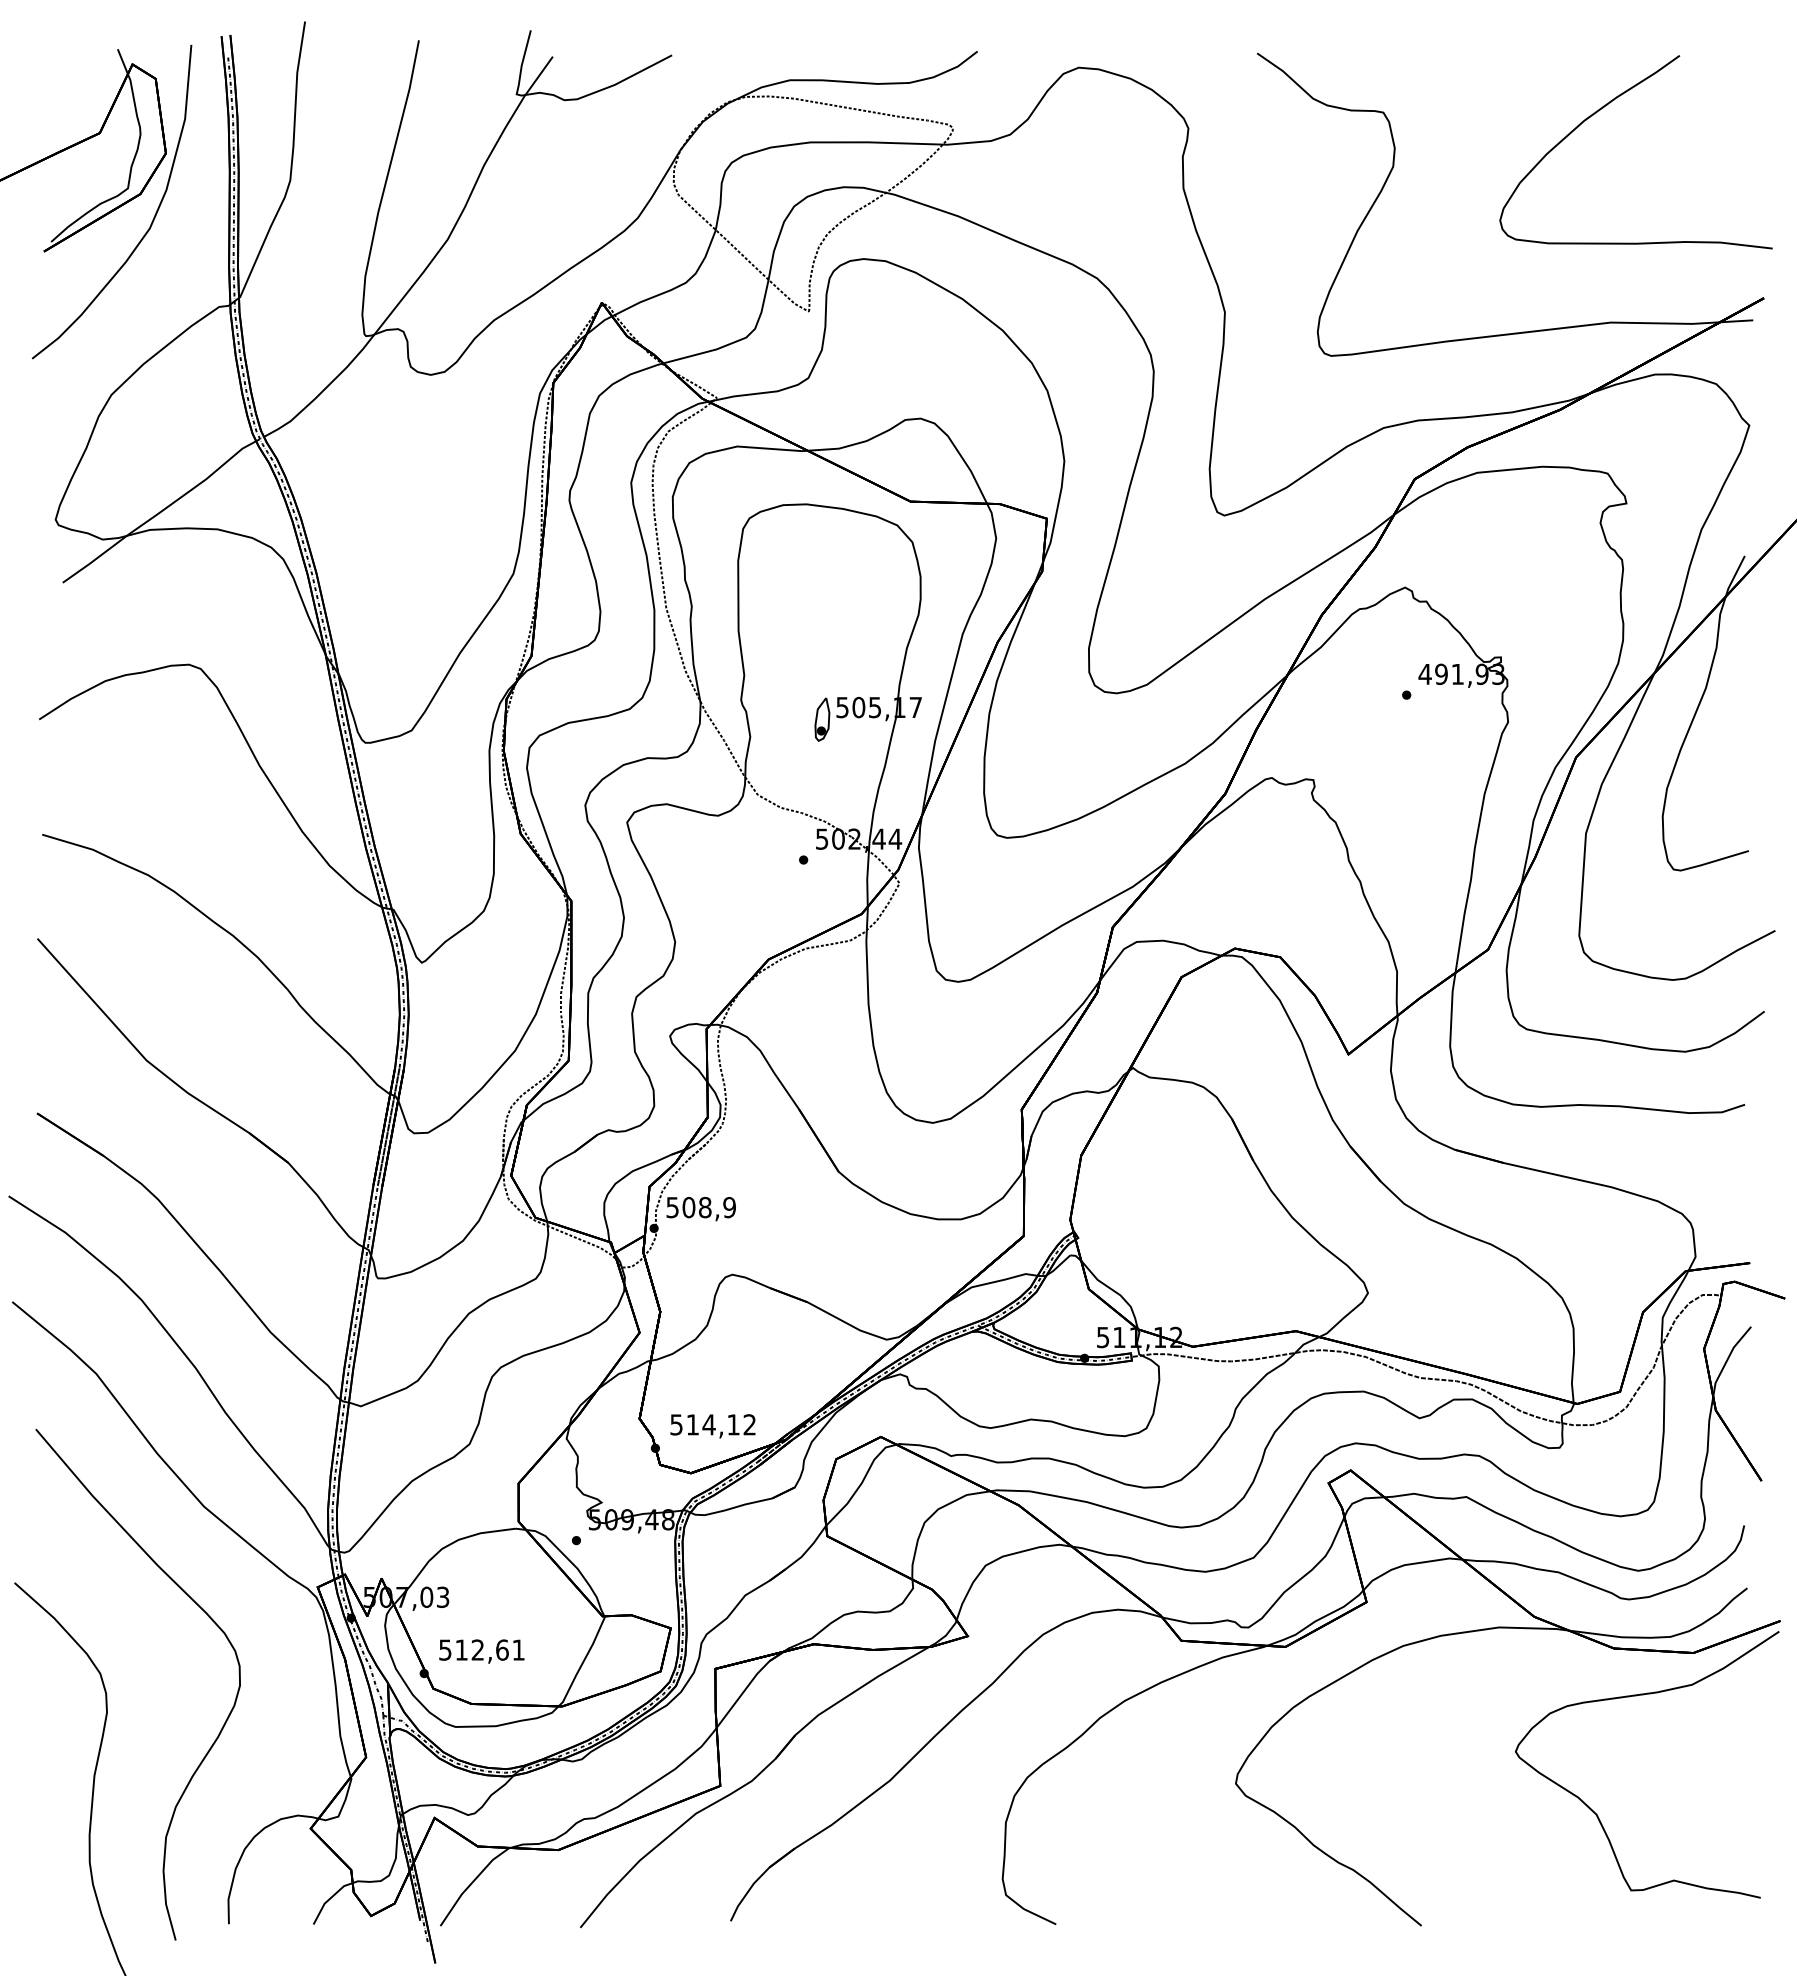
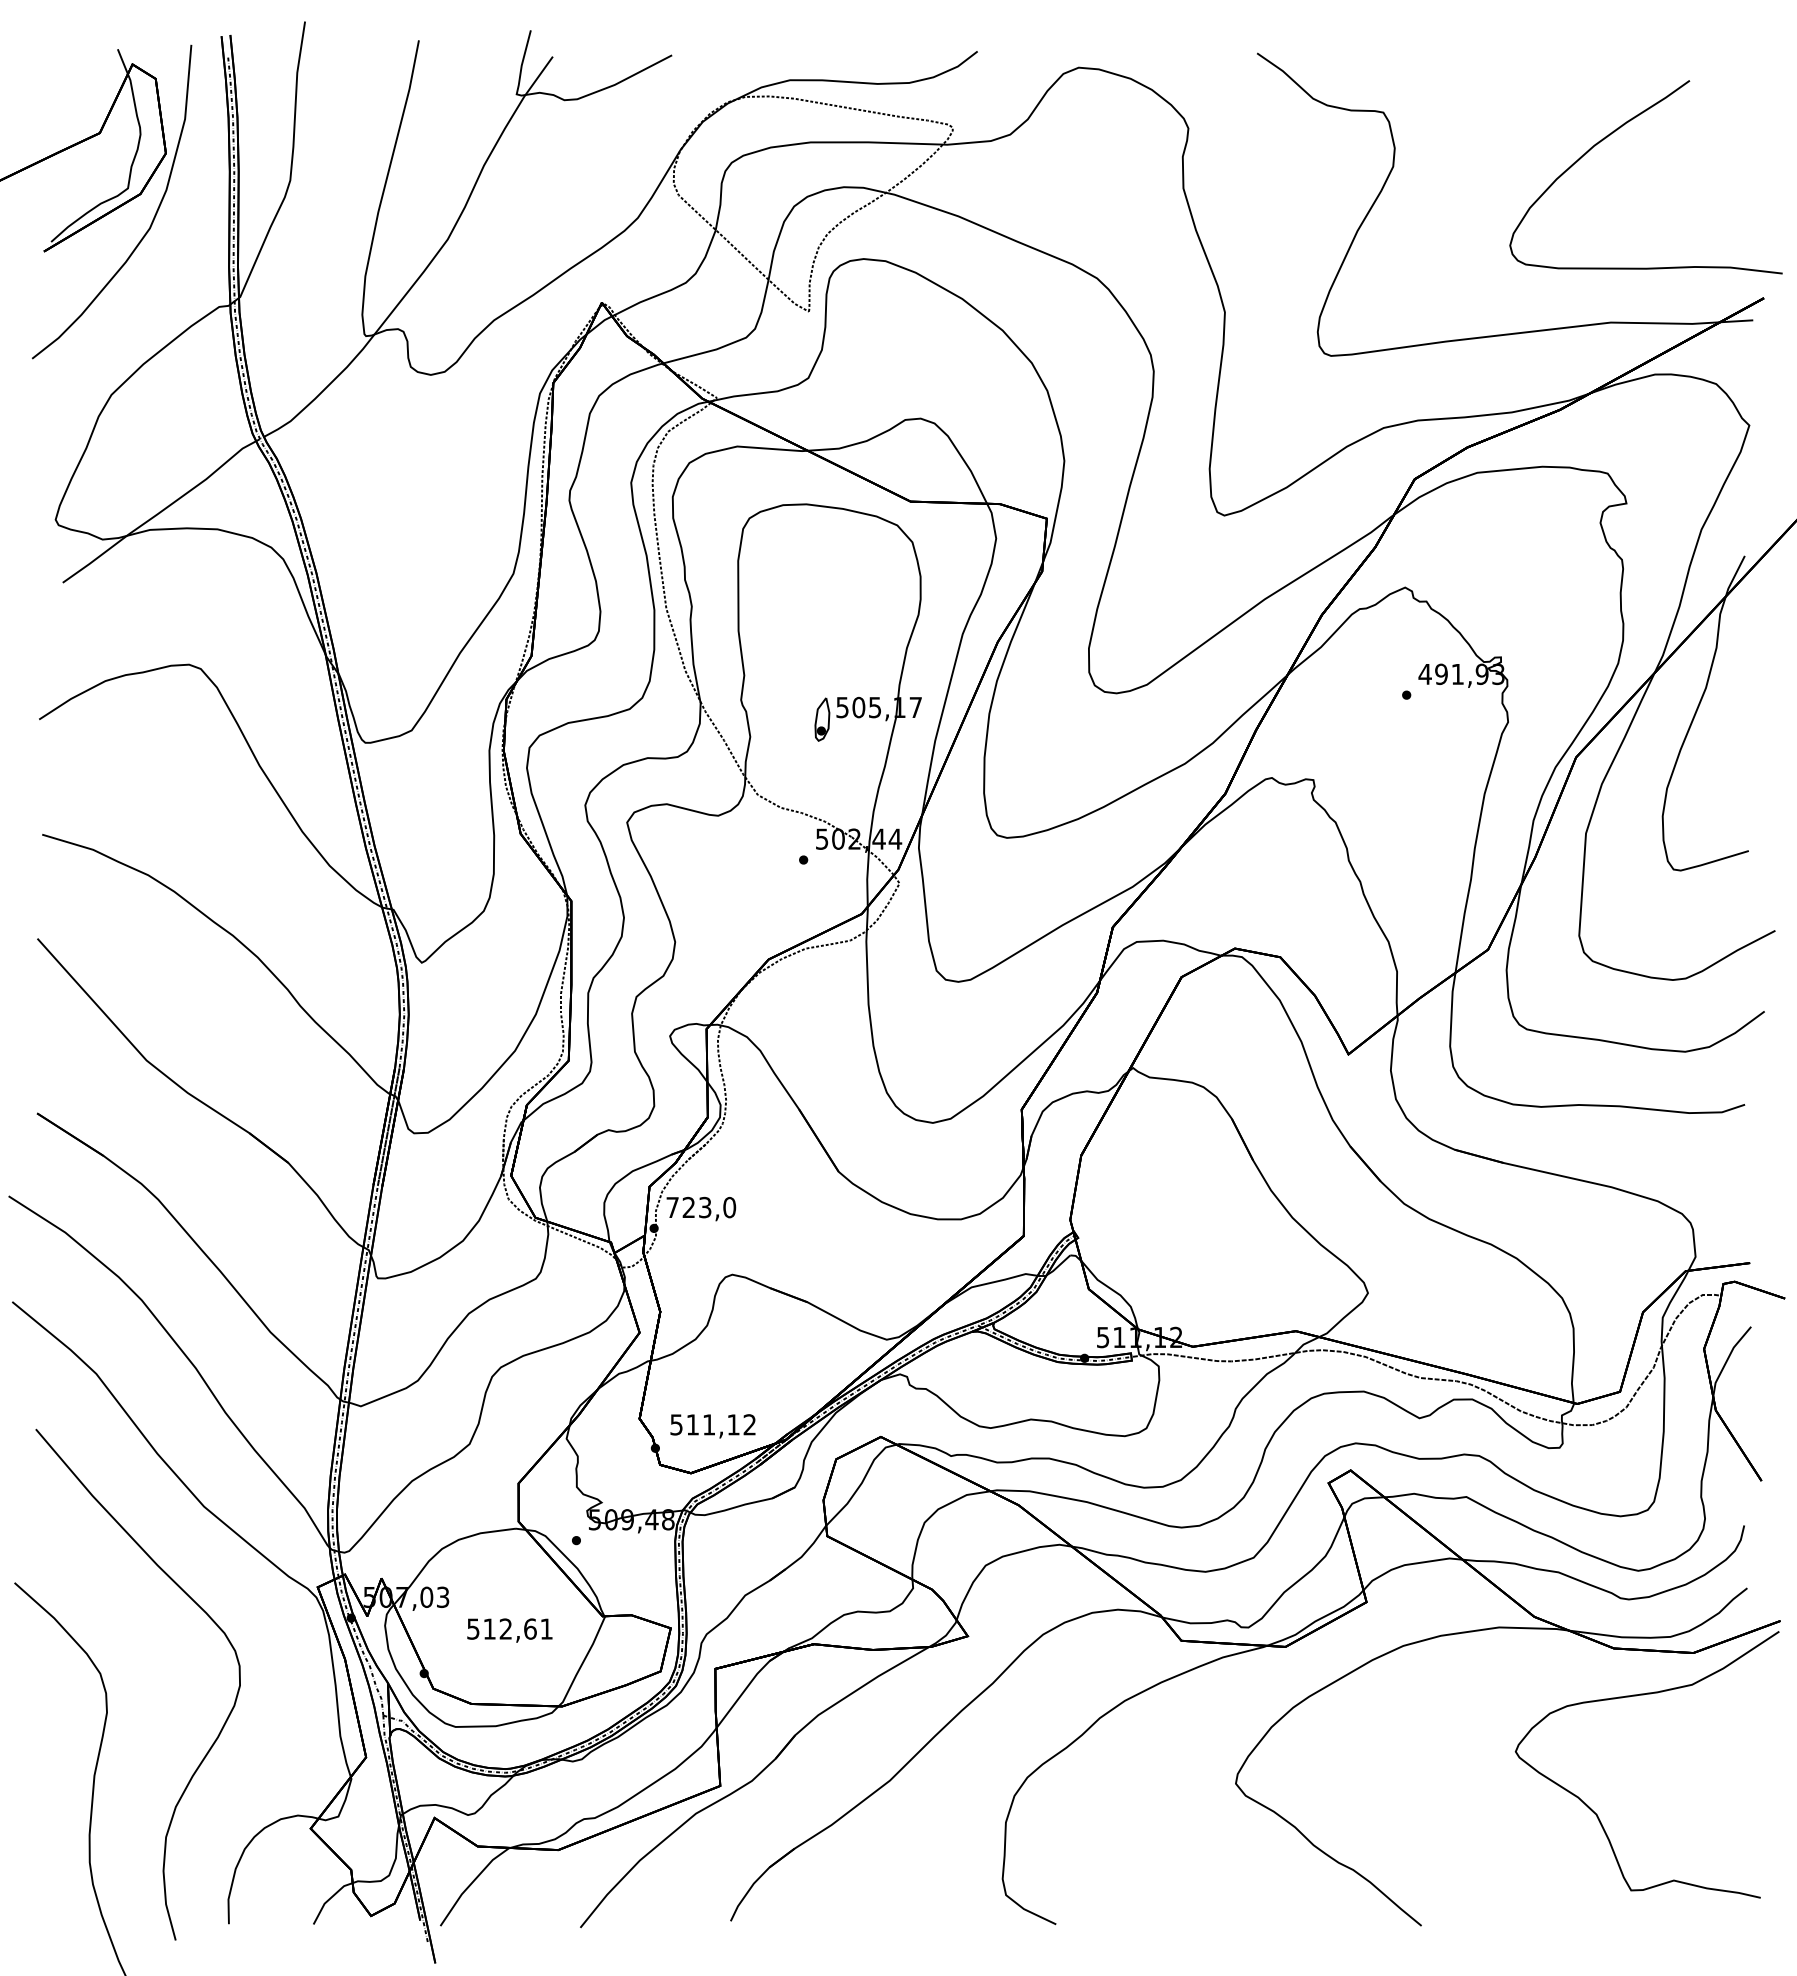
curve at (1603, 108) position: (1603, 108) -> (1613, 133)
text at (701, 1207): 508,9 -> 723,0
text at (708, 1424): 514,12 -> 511,12
text at (481, 1651) position: (481, 1651) -> (509, 1630)
